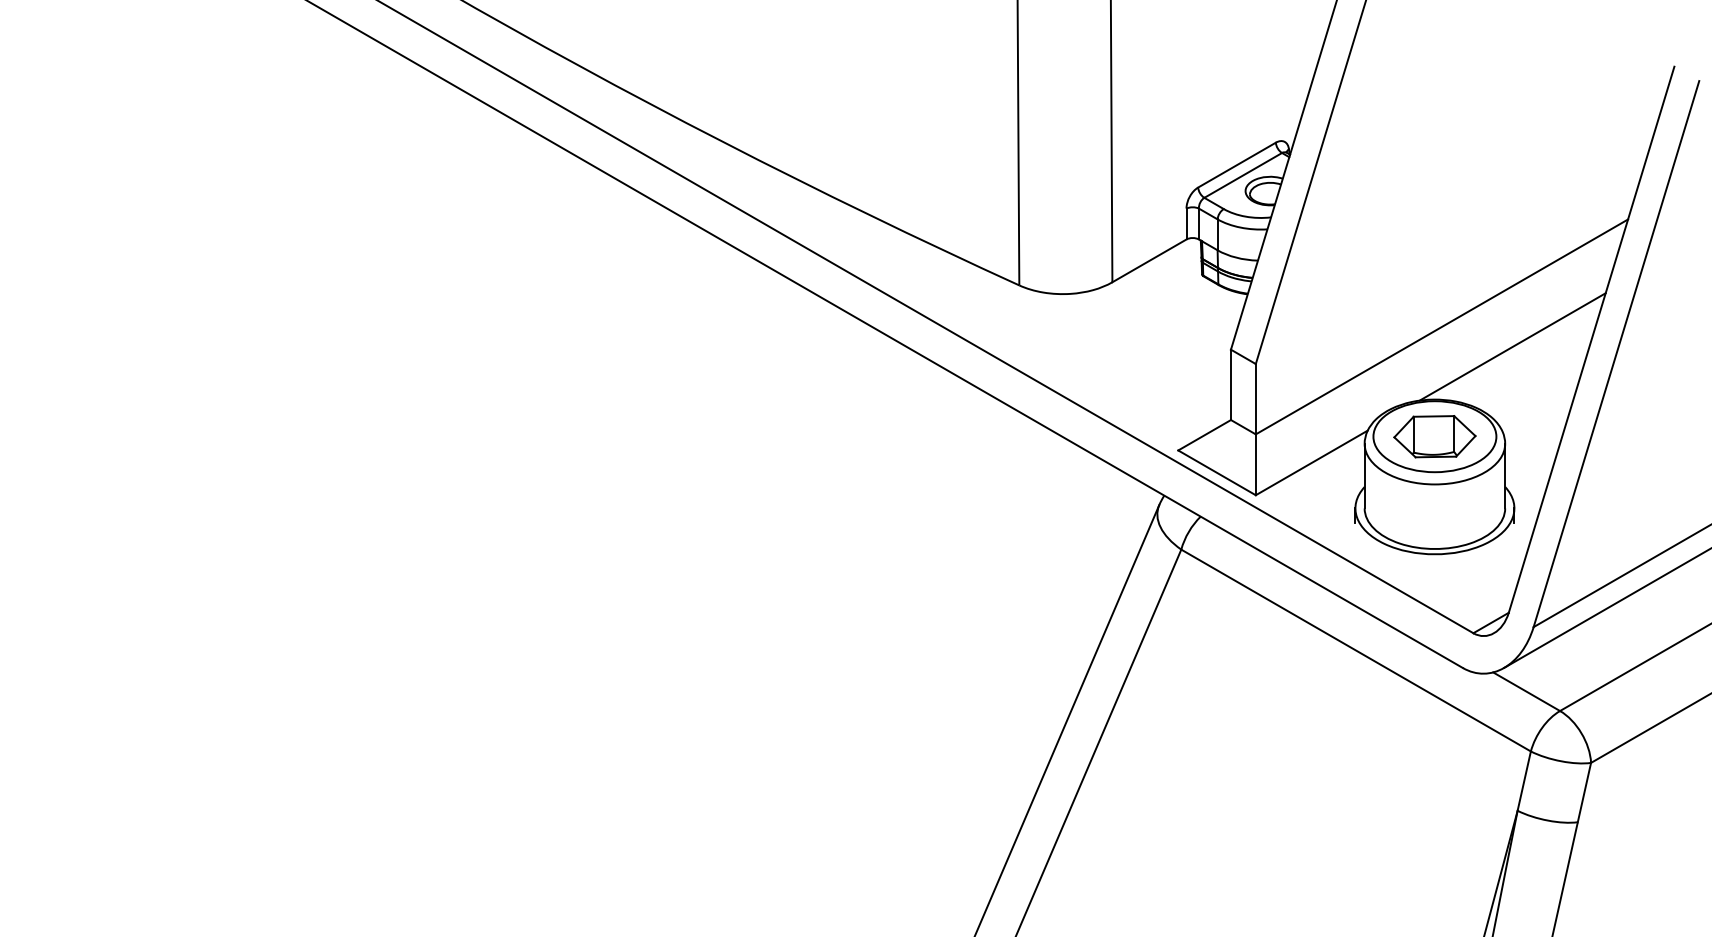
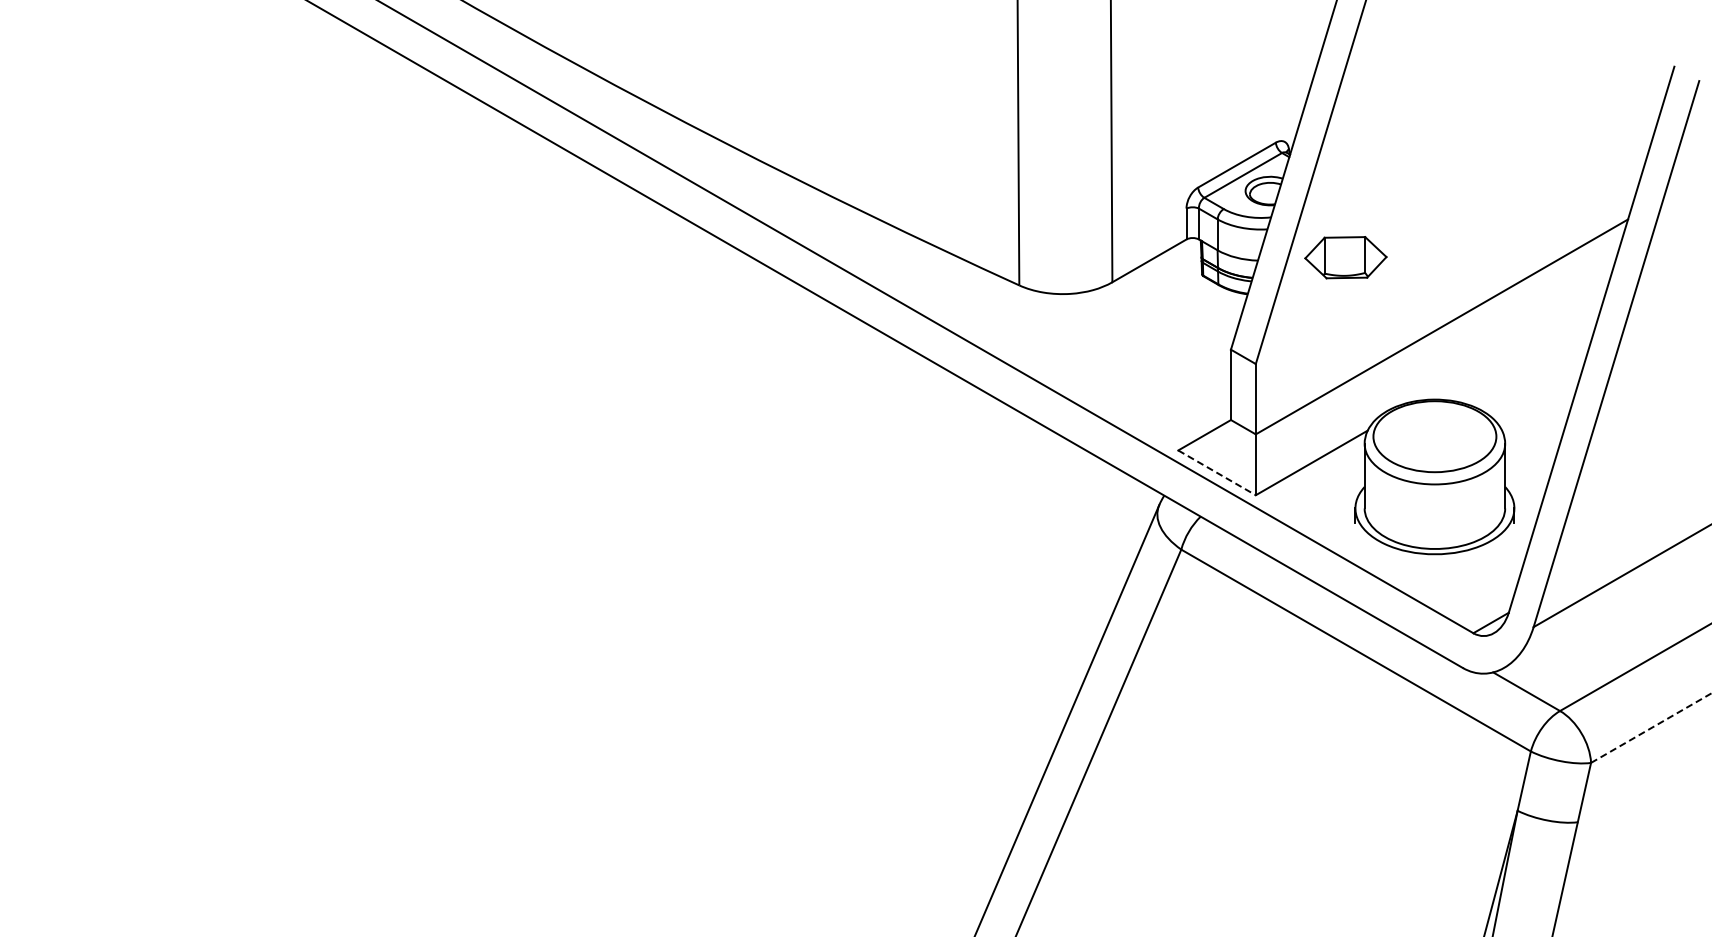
line at (1512, 346): present -> none
part at (1434, 436) position: (1434, 436) -> (1345, 257)
line at (1217, 472): solid -> dashed
line at (1606, 608): present -> none
line at (1651, 727): solid -> dashed
